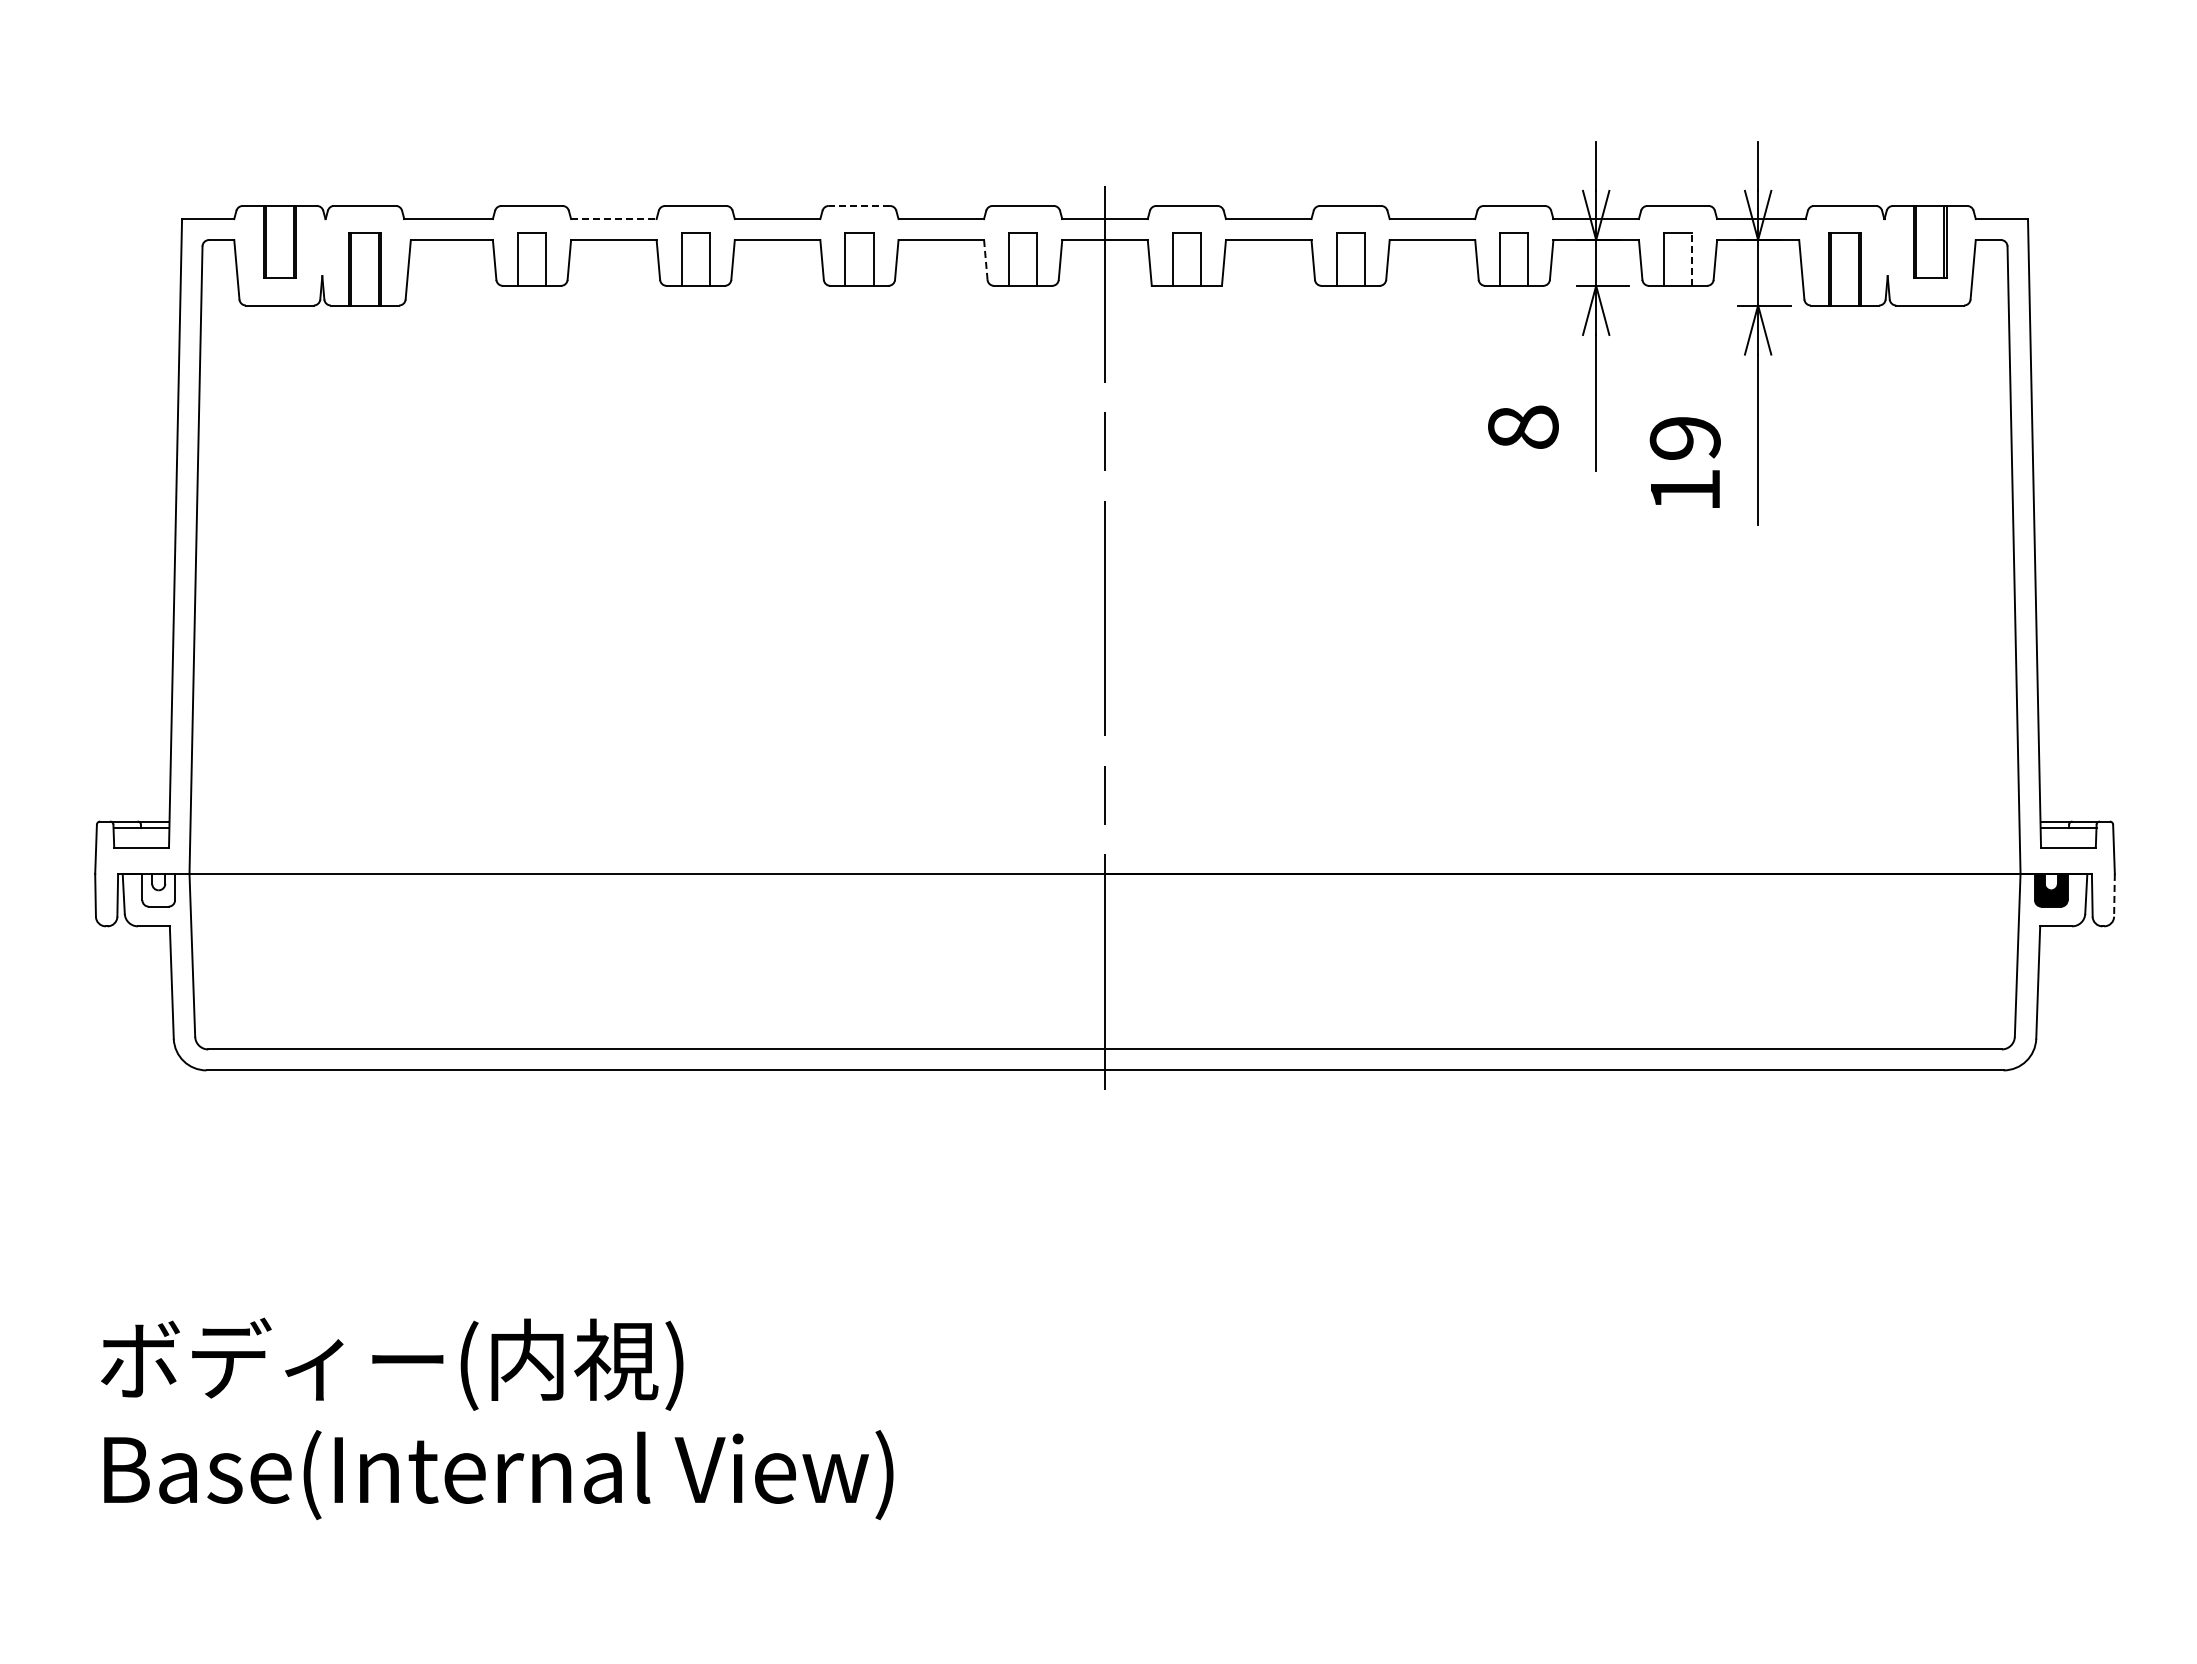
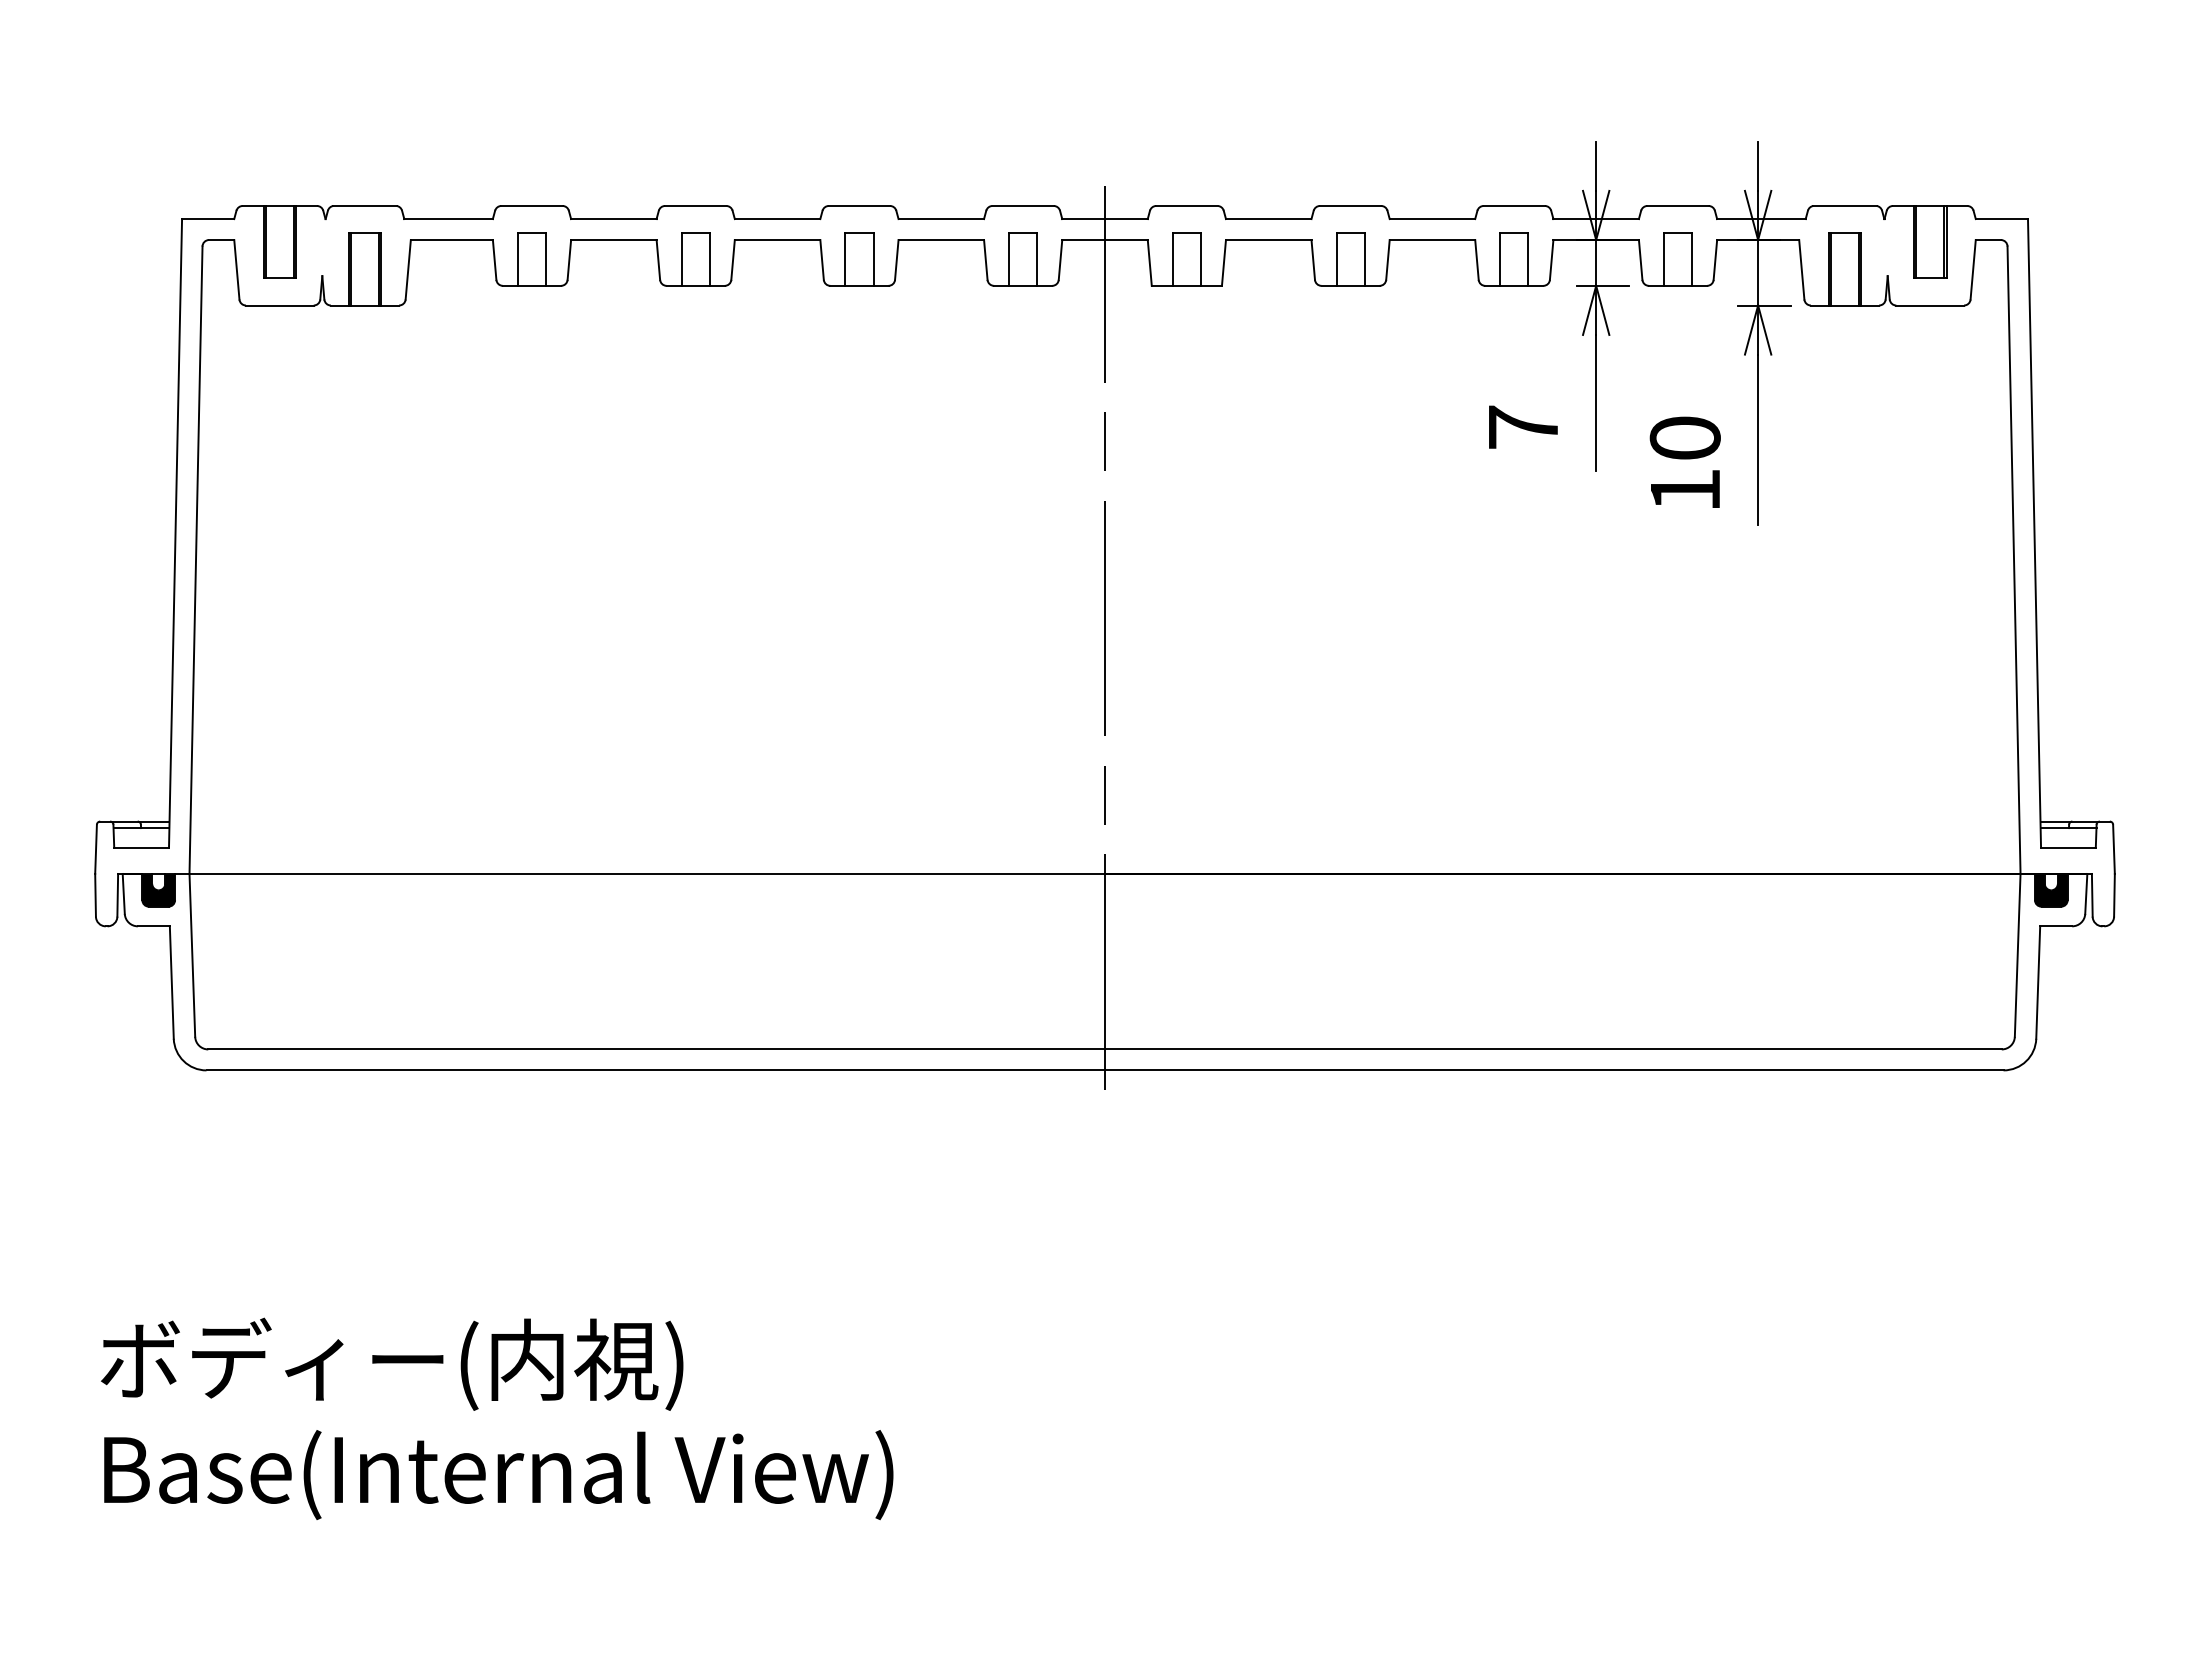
line at (859, 205): dashed -> solid
line at (613, 219): dashed -> solid
line at (985, 259): dashed -> solid
line at (1692, 259): dashed -> solid
text at (1523, 426): 8 -> 7
text at (1684, 437): 19 -> 10
fill at (158, 889): none -> present
line at (2114, 895): dashed -> solid
